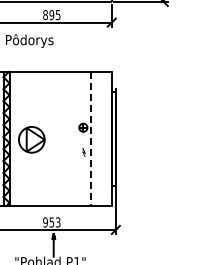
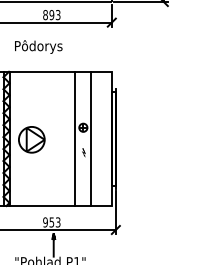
text at (58, 14): 895 -> 893
text at (29, 40) position: (29, 40) -> (38, 46)
line at (75, 138): none -> present
line at (91, 139): dashed -> solid
